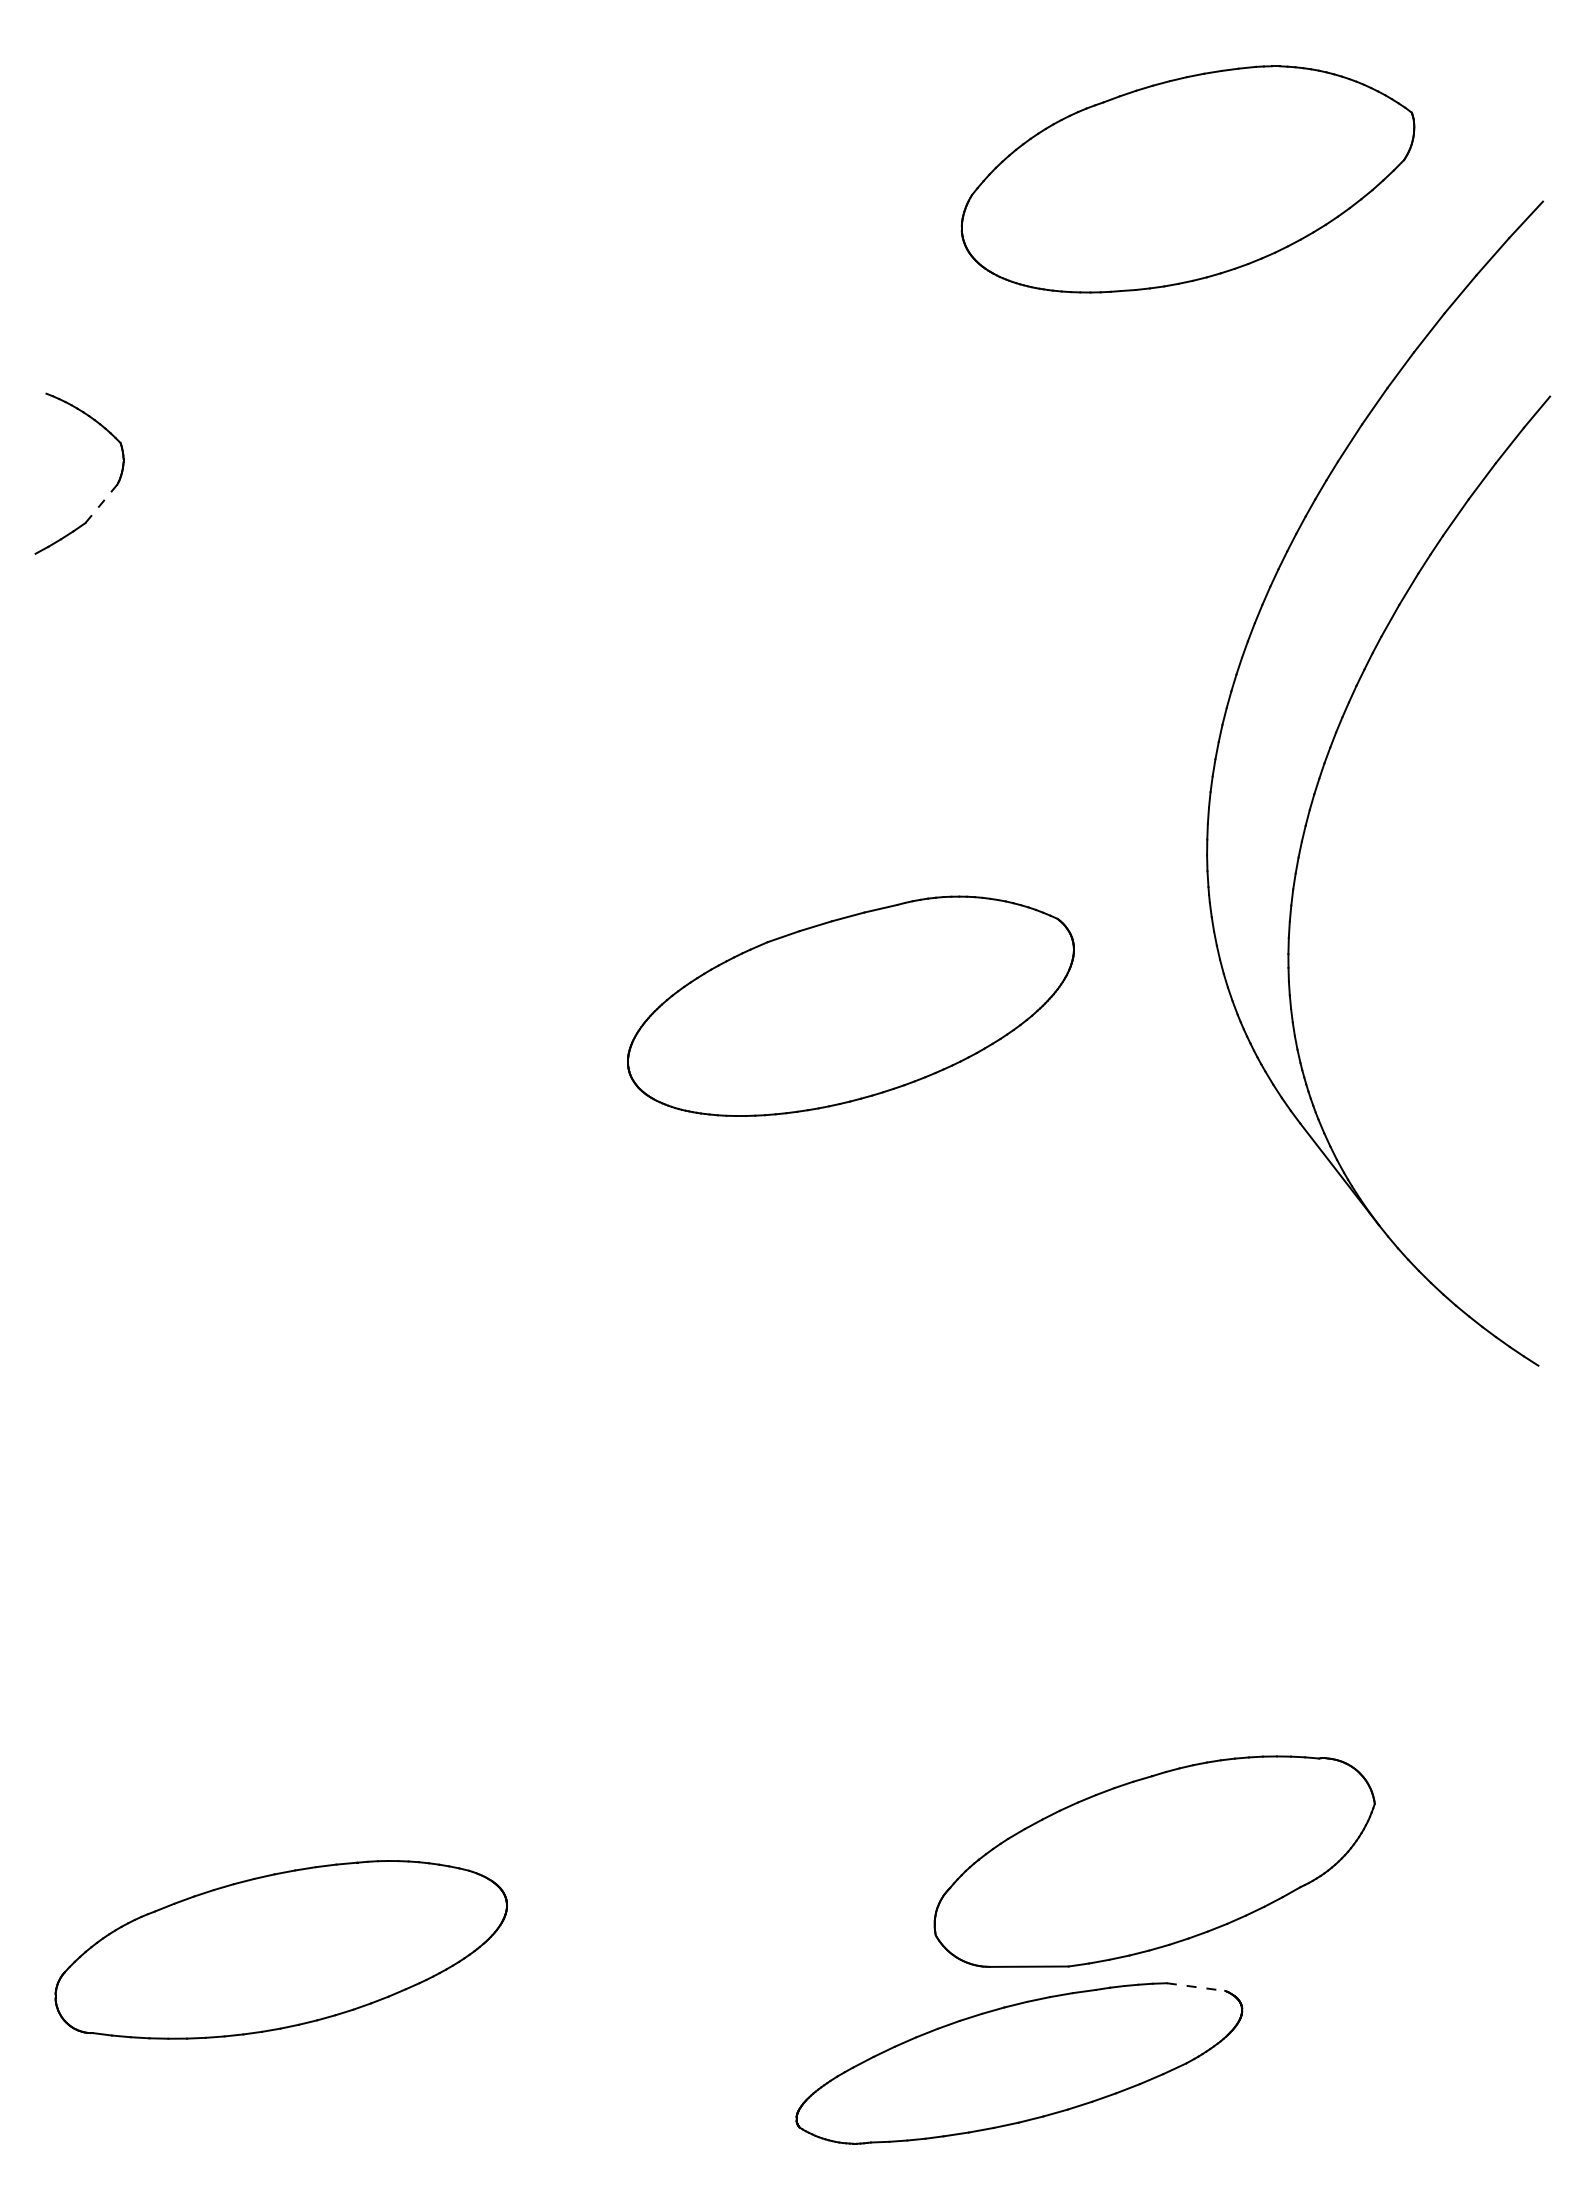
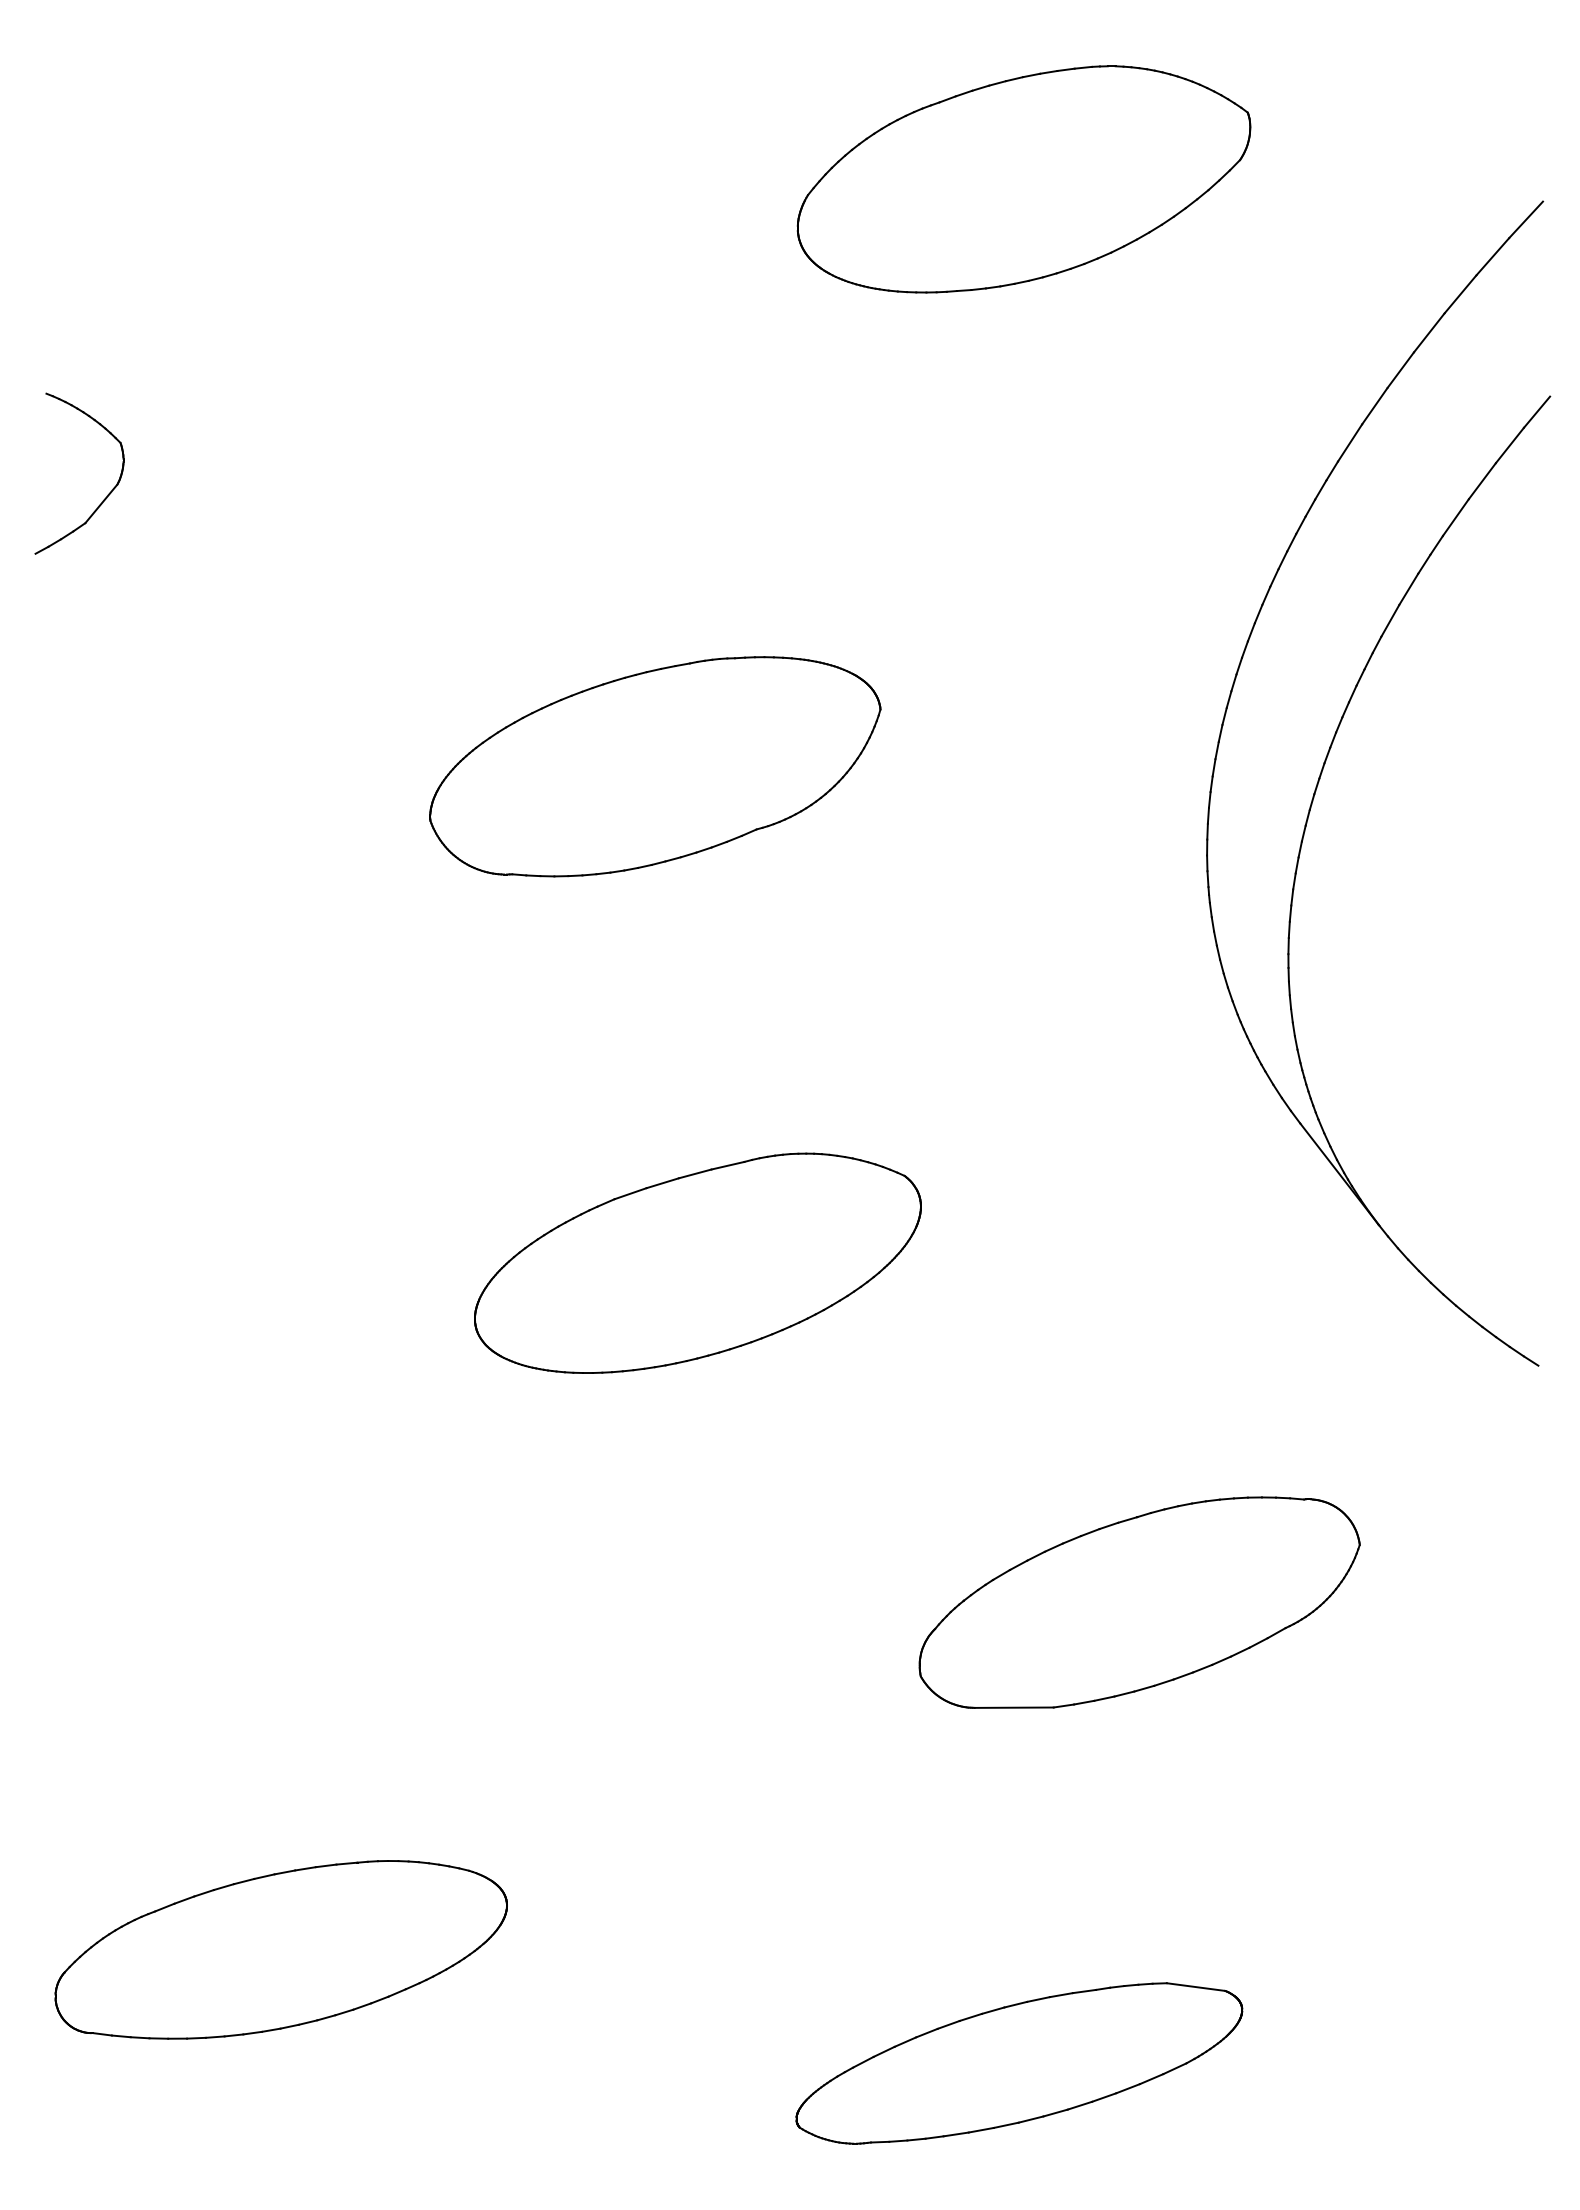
part at (1187, 179) position: (1187, 179) -> (1023, 179)
line at (101, 504): dashed -> solid
part at (655, 766): none -> present
part at (850, 1005) position: (850, 1005) -> (697, 1262)
part at (1154, 1861) position: (1154, 1861) -> (1139, 1602)
line at (1196, 1987): dashed -> solid
